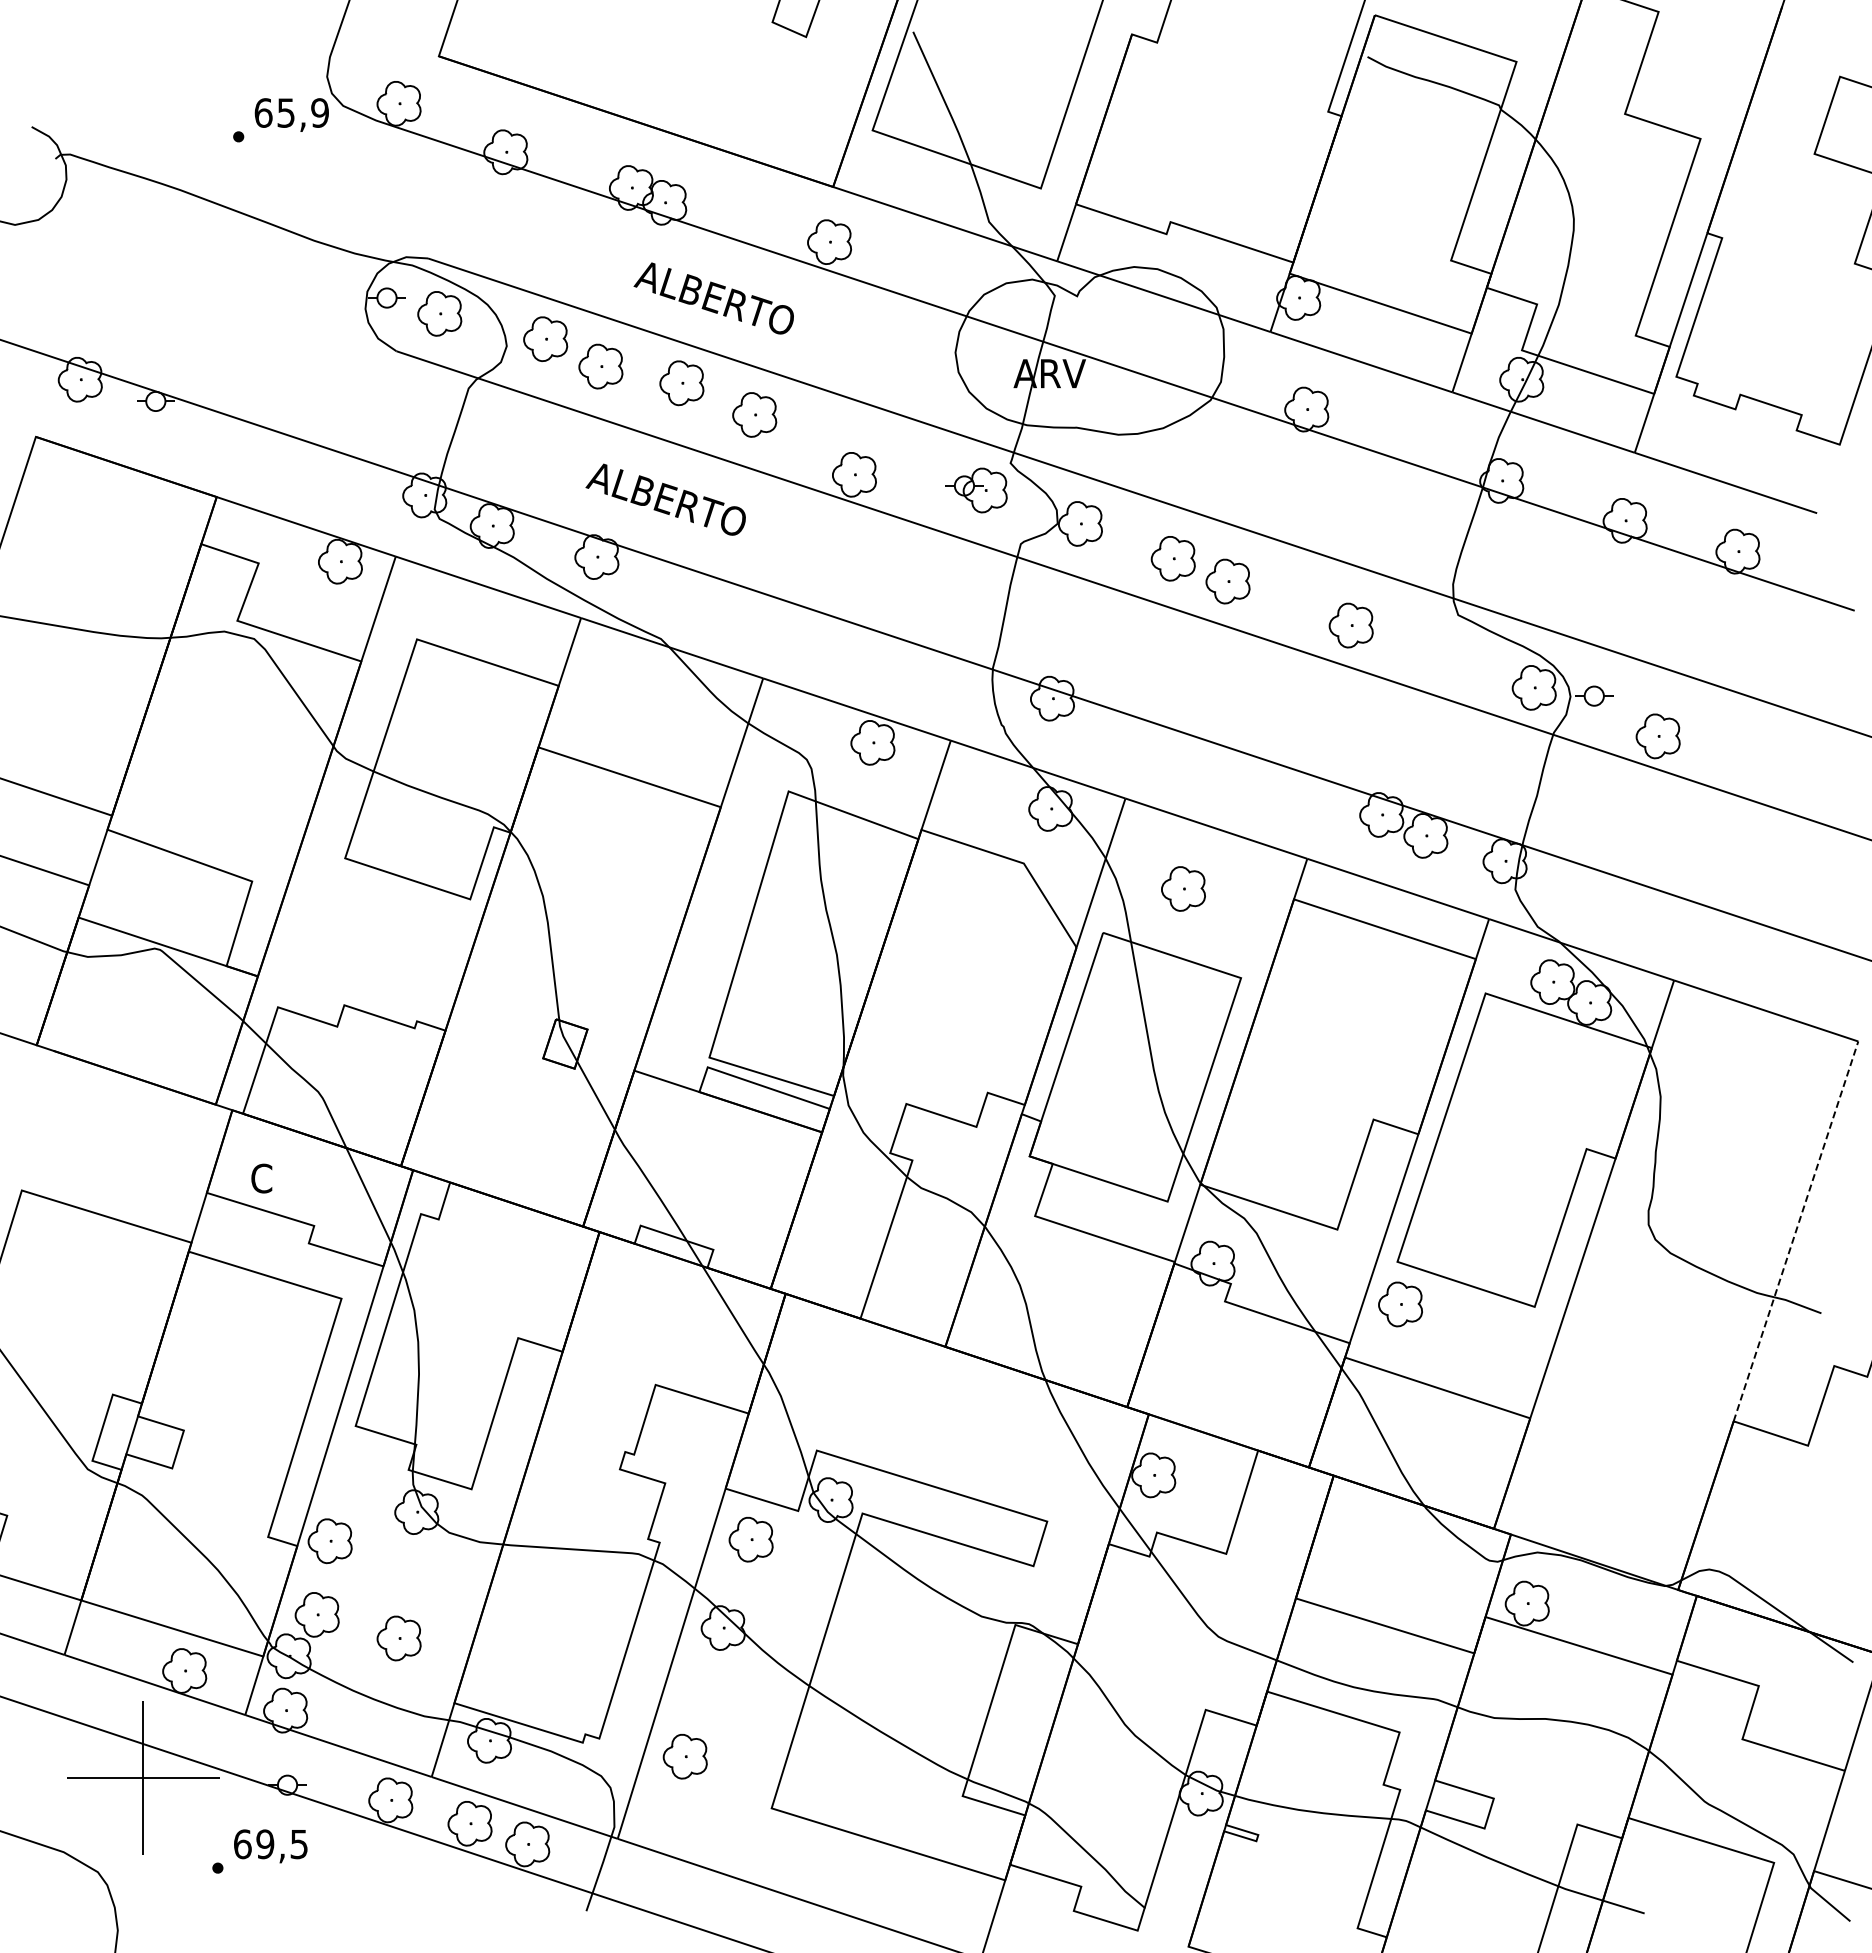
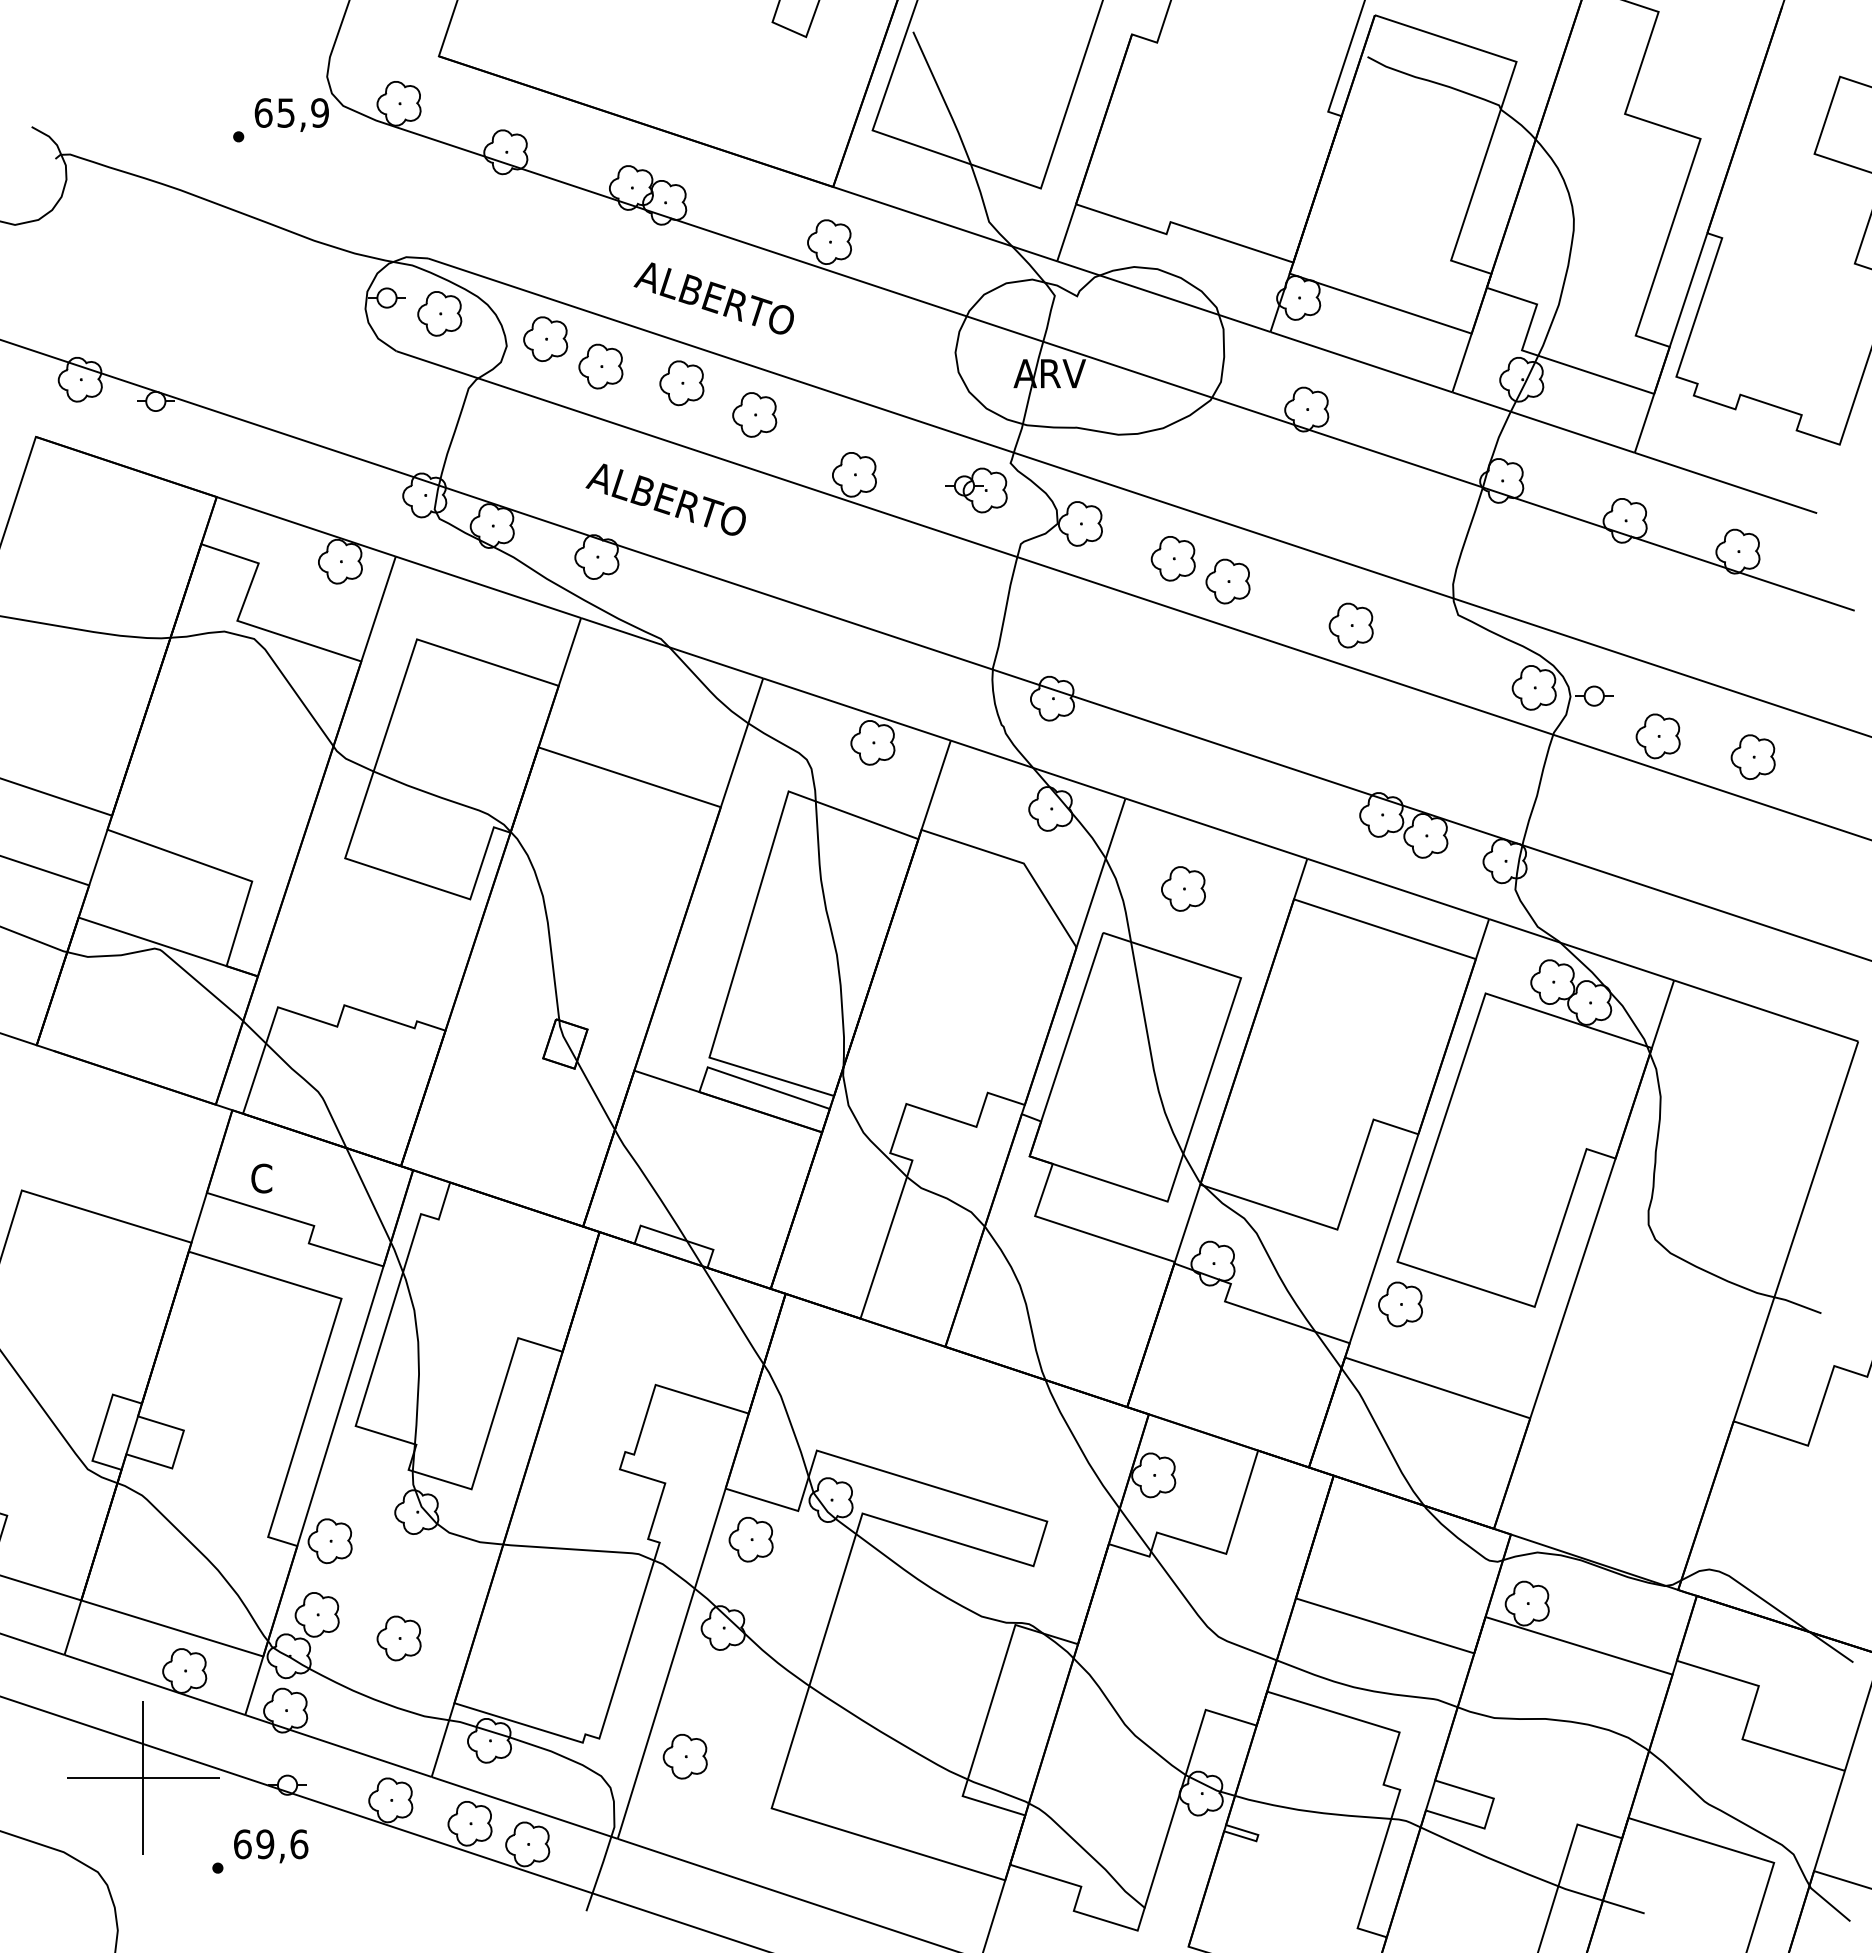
part at (1752, 756): none -> present
line at (1796, 1231): dashed -> solid
text at (299, 1844): 69,5 -> 69,6
